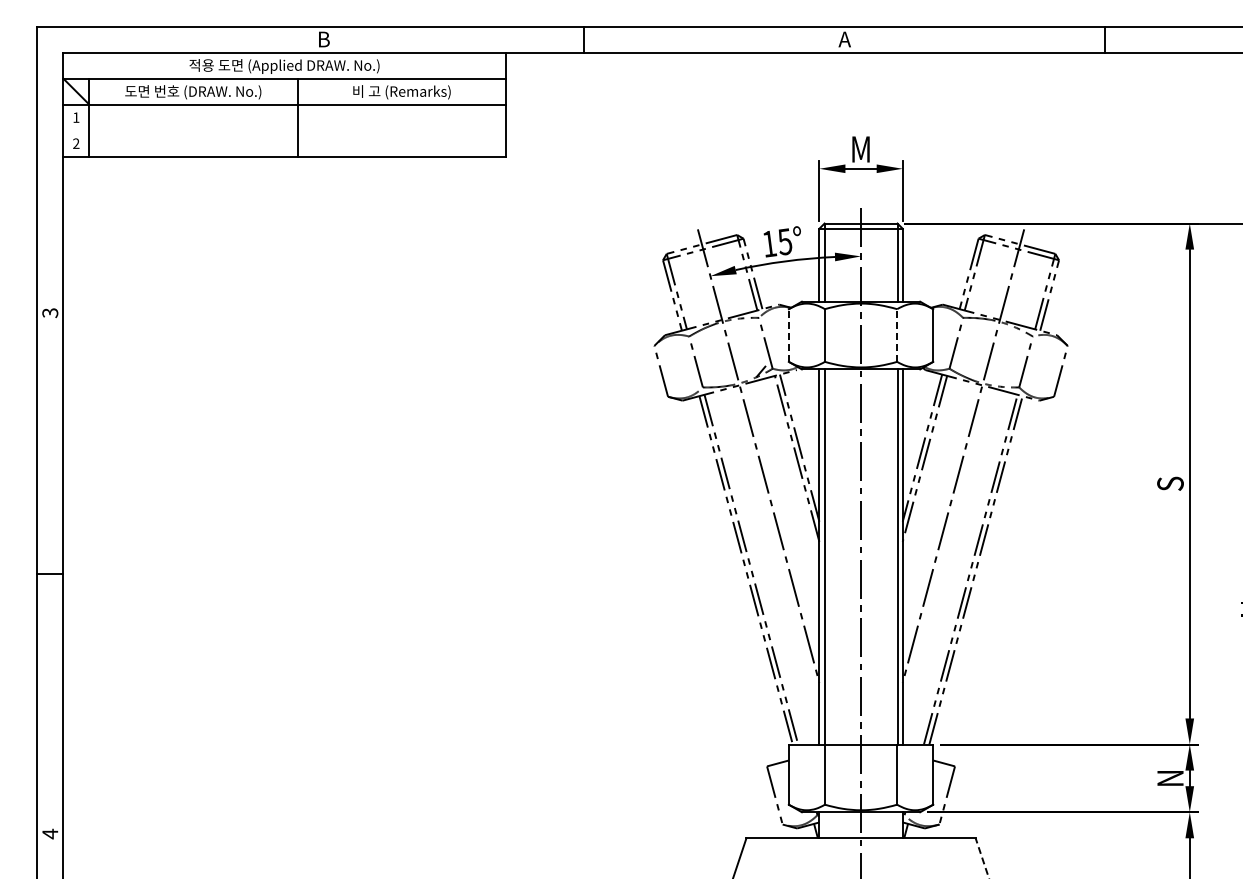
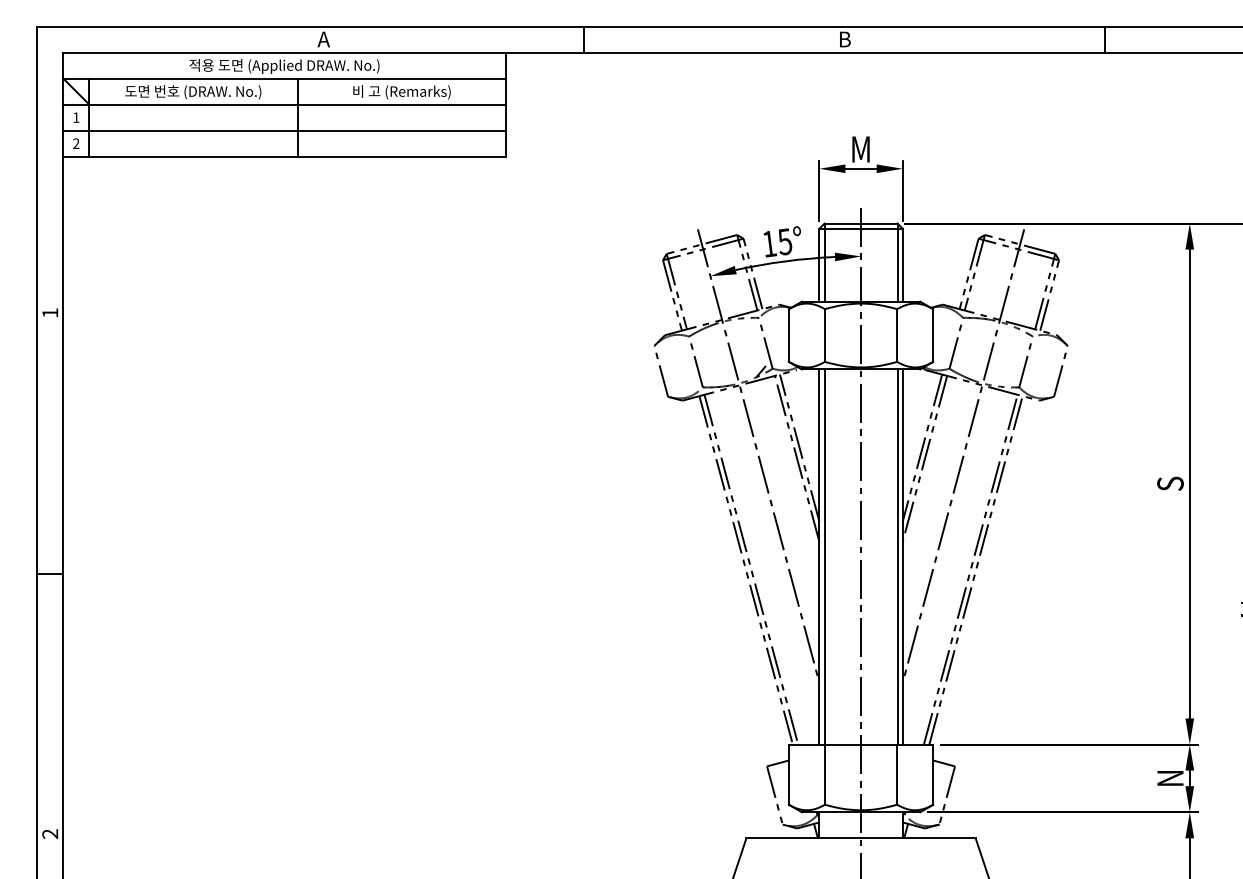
text at (323, 39): B -> A
text at (844, 39): A -> B
line at (284, 130): none -> present
text at (50, 313): 3 -> 1
line at (788, 335): dashed -> solid
line at (897, 335): dashed -> solid
text at (50, 833): 4 -> 2
line at (982, 858): dashed -> solid
